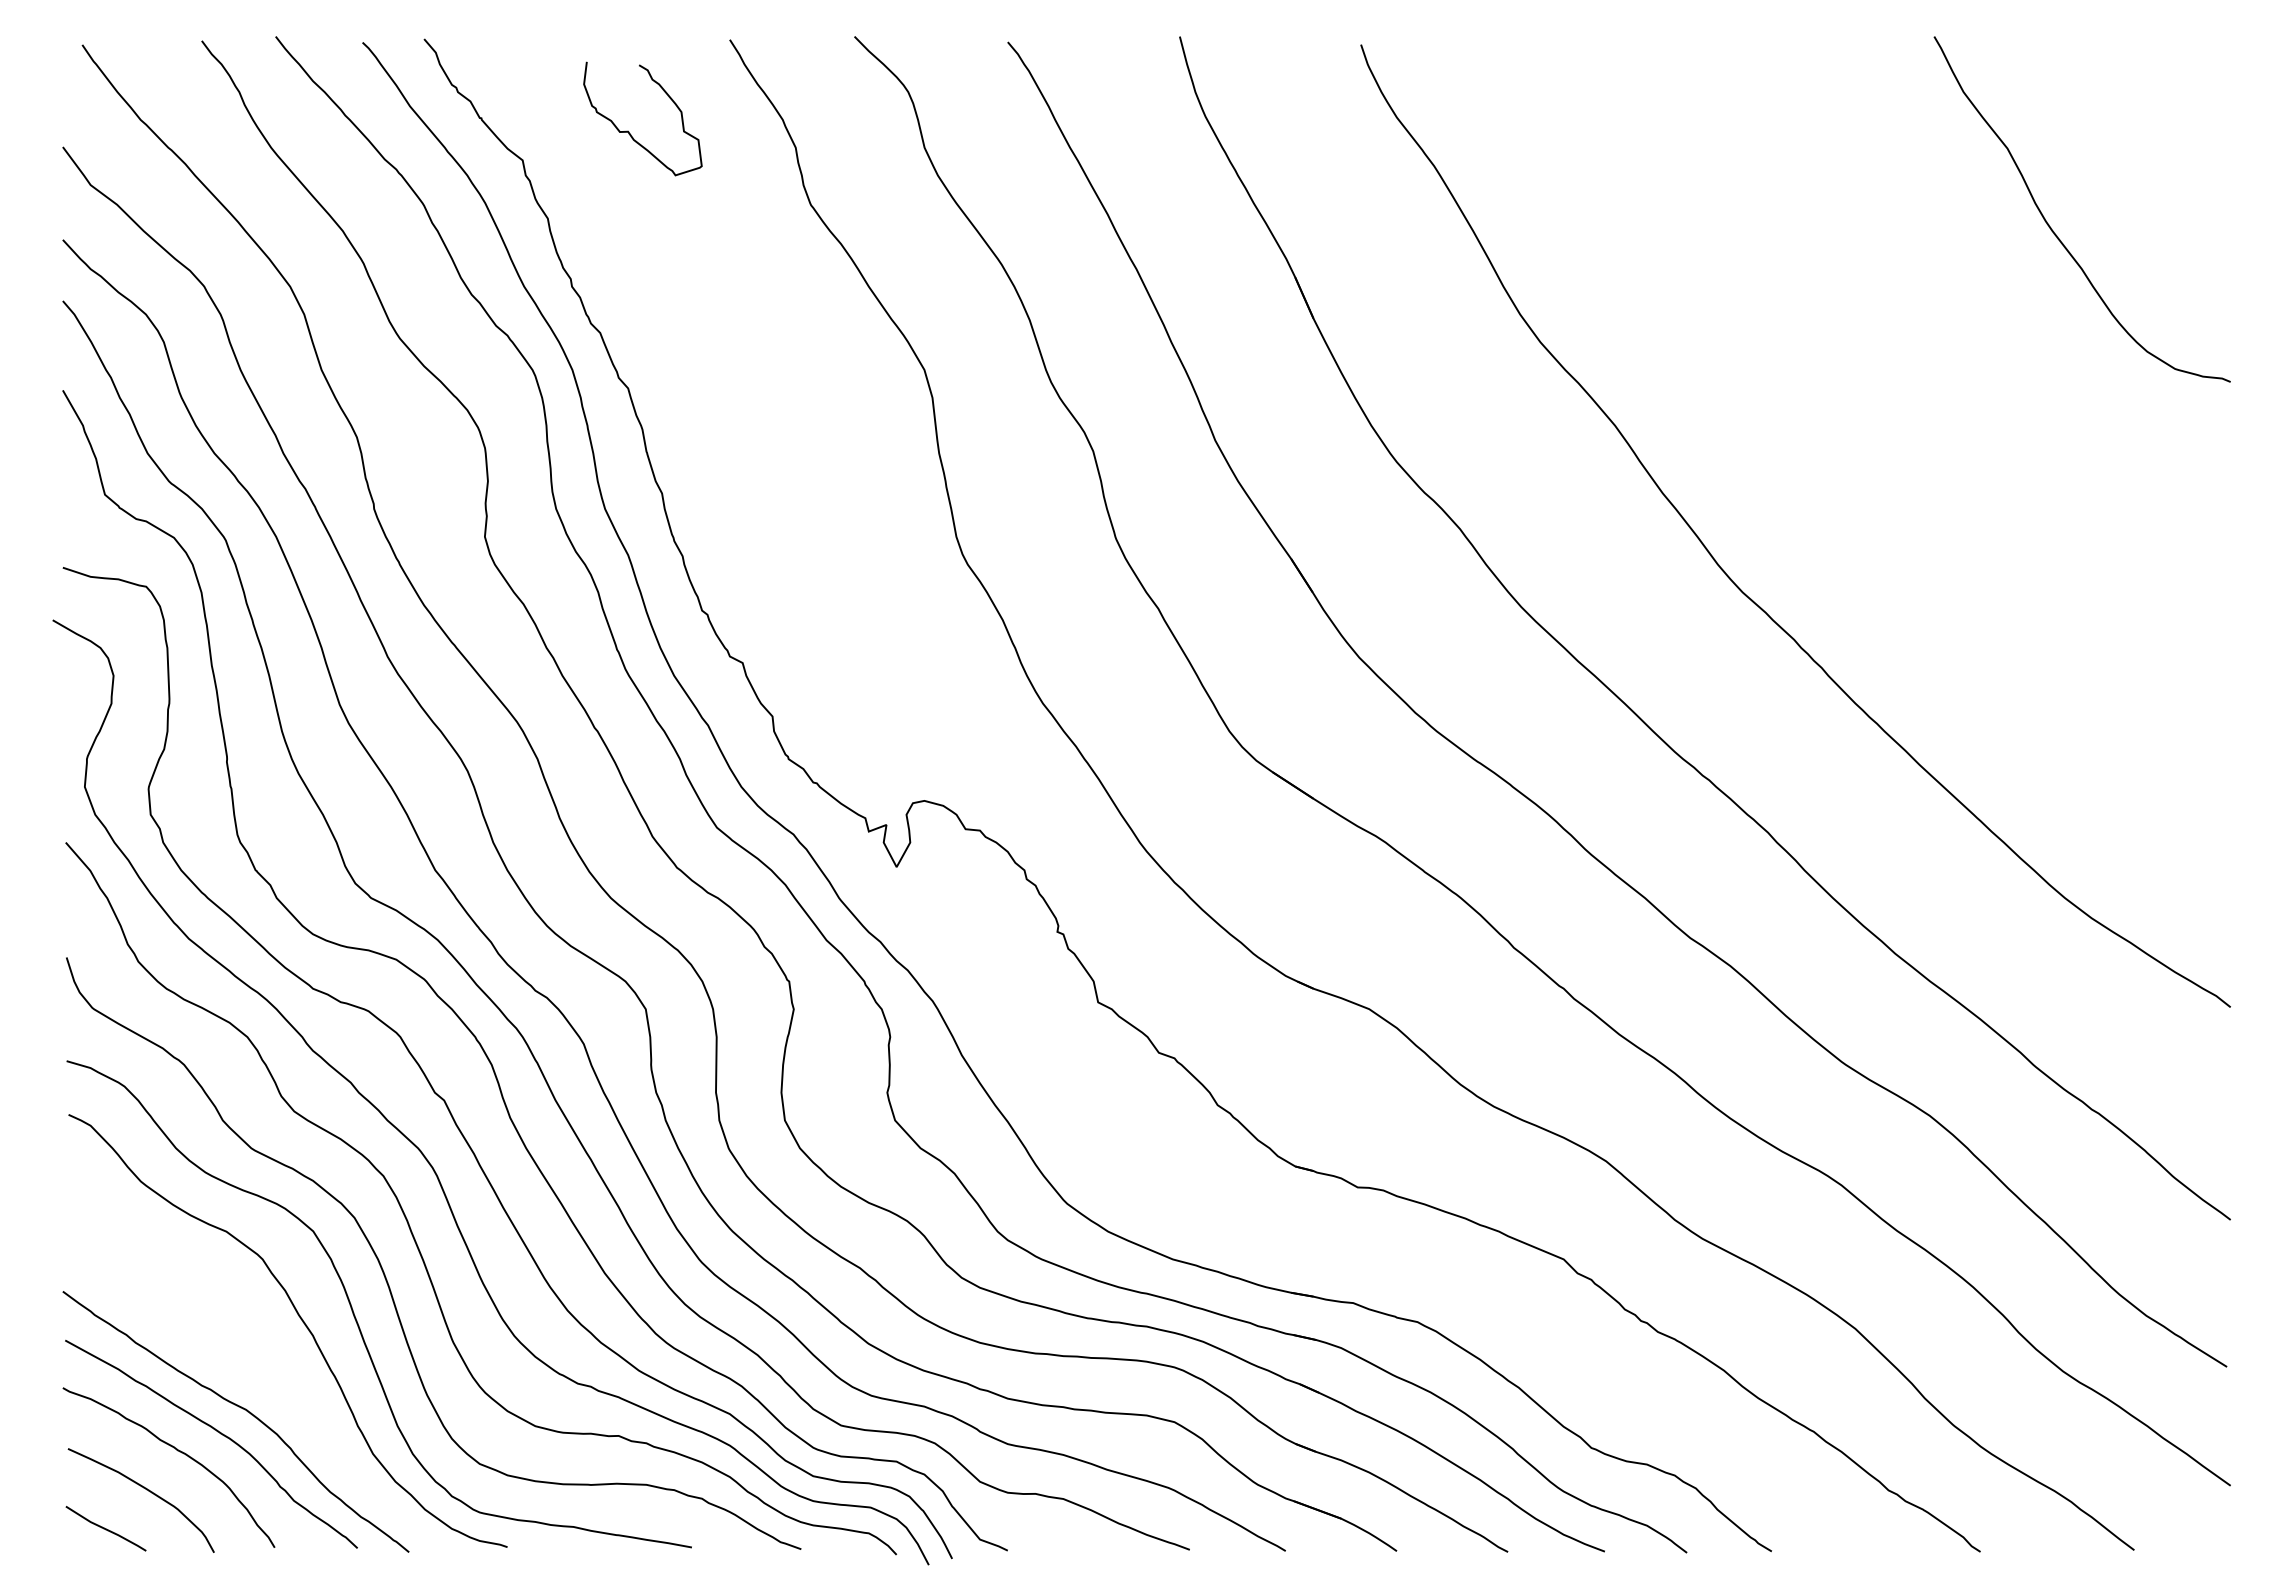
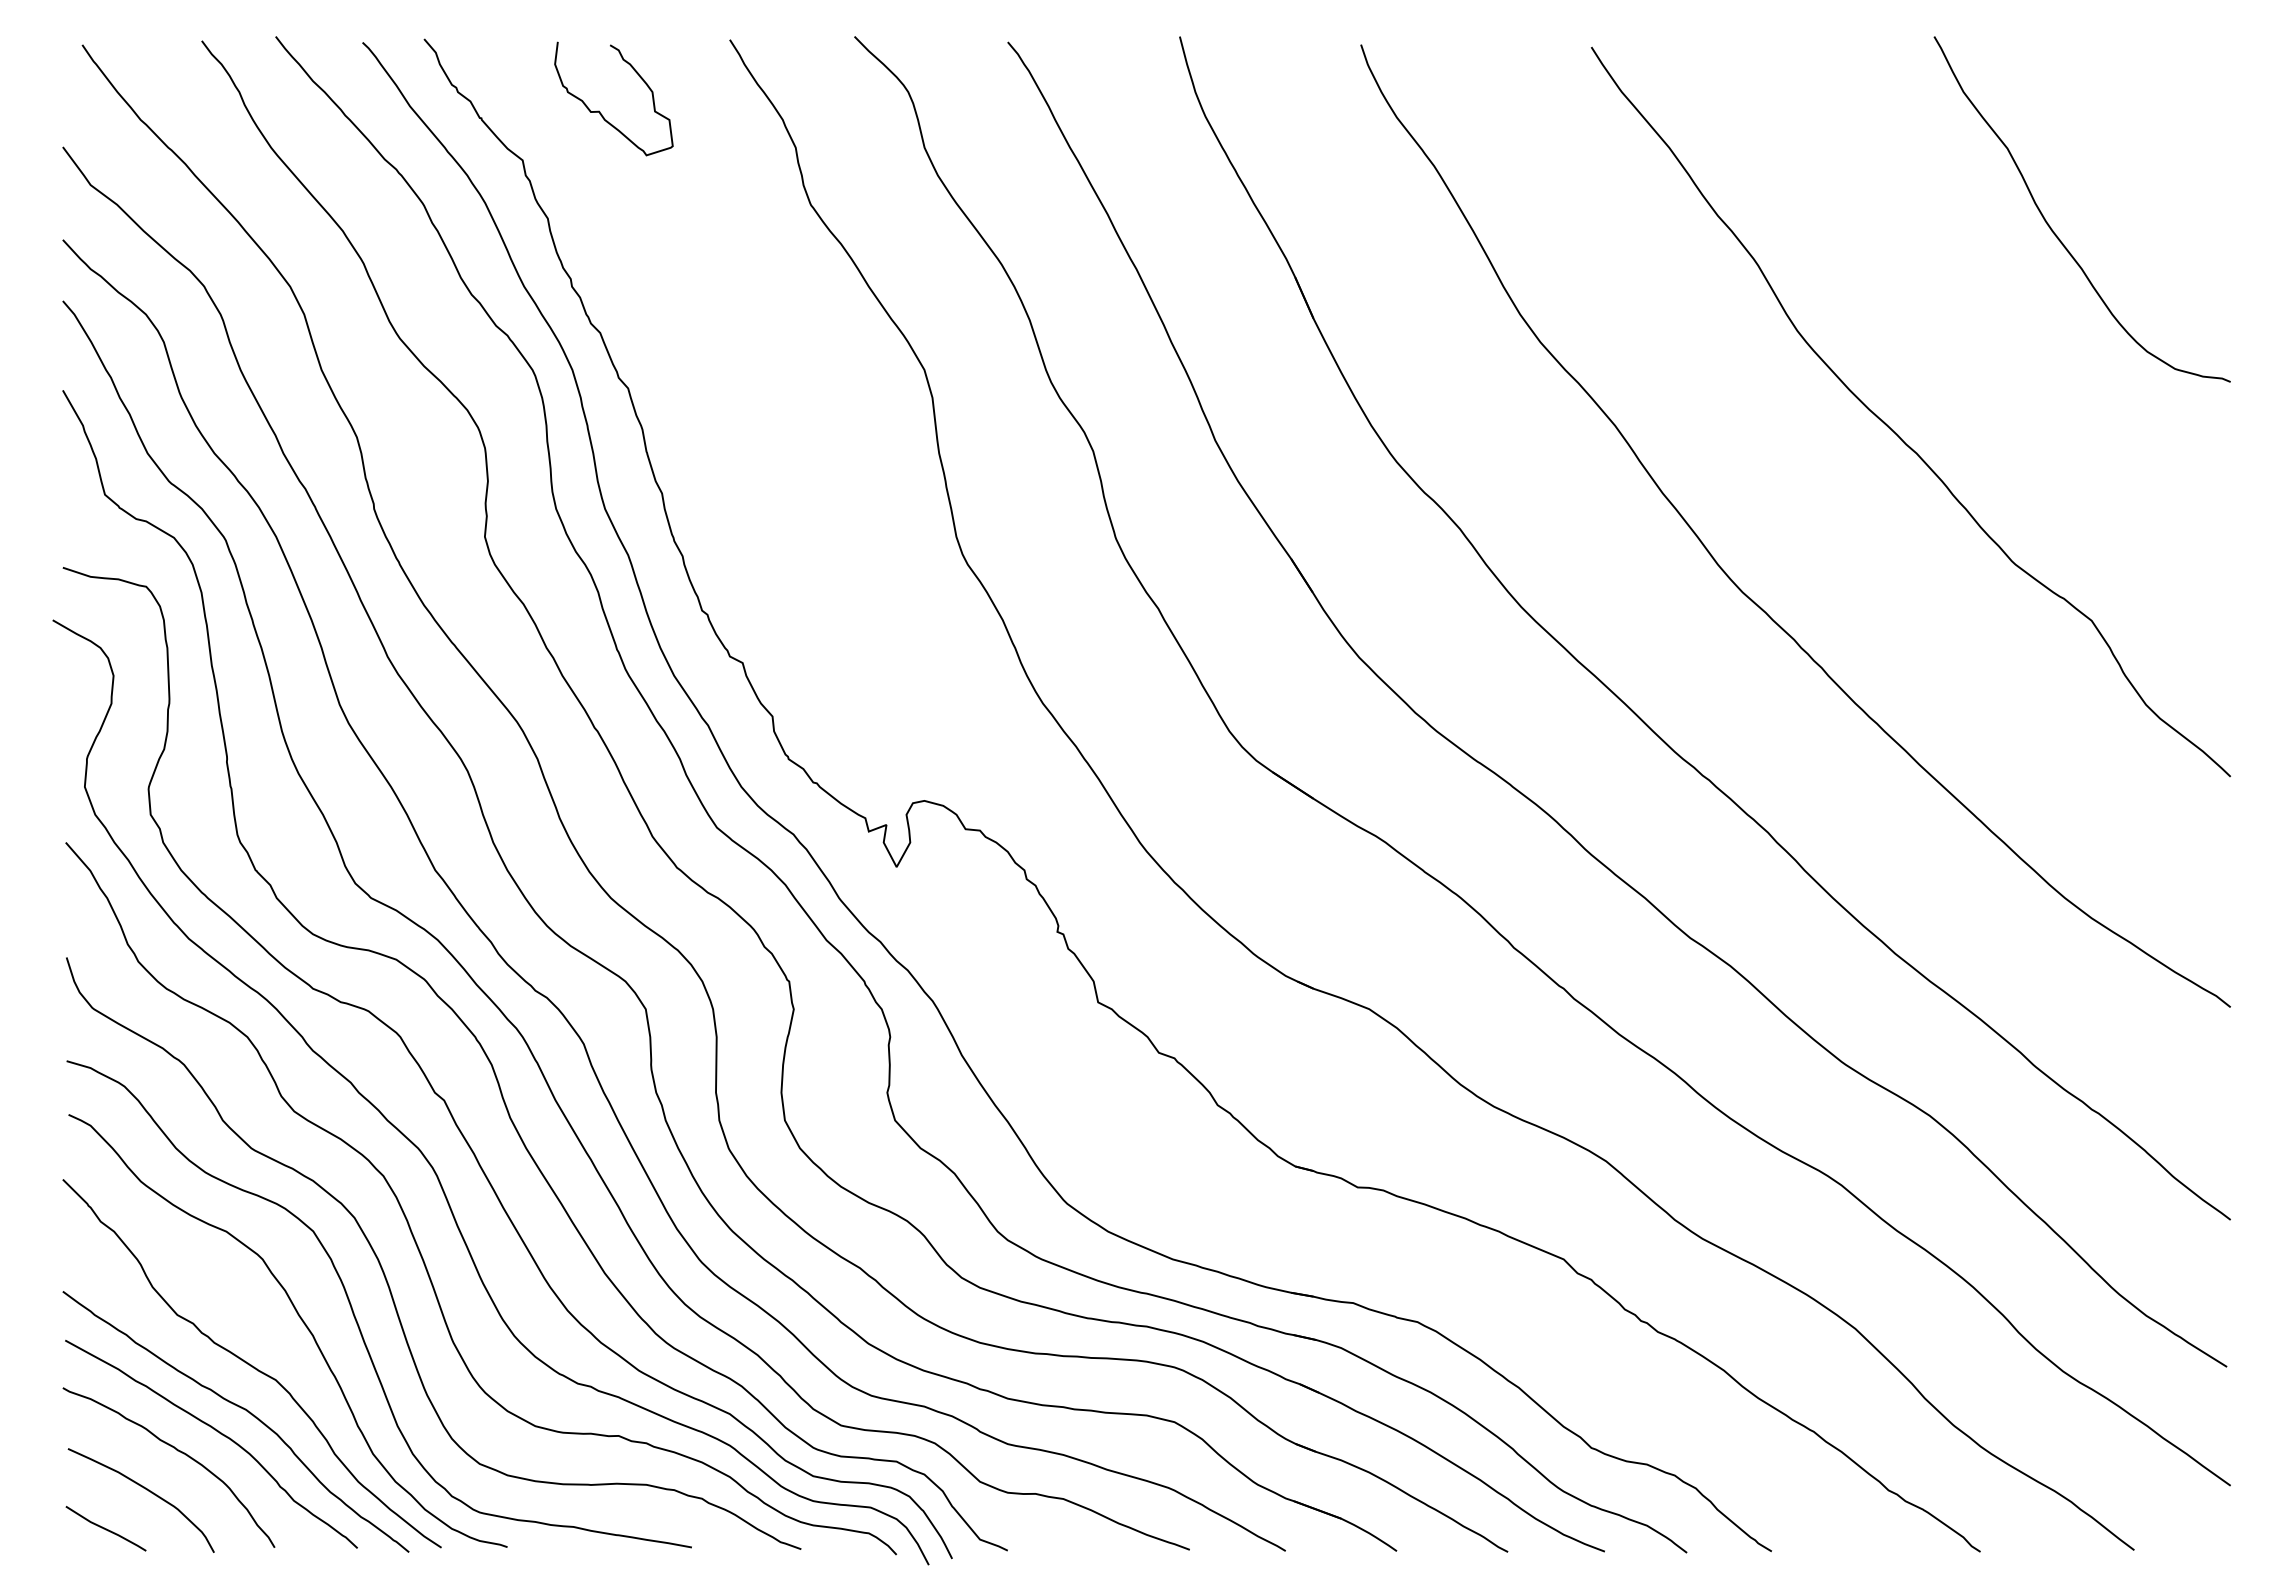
curve at (629, 131) position: (629, 131) -> (600, 111)
curve at (1896, 432): none -> present
curve at (251, 1364): none -> present
